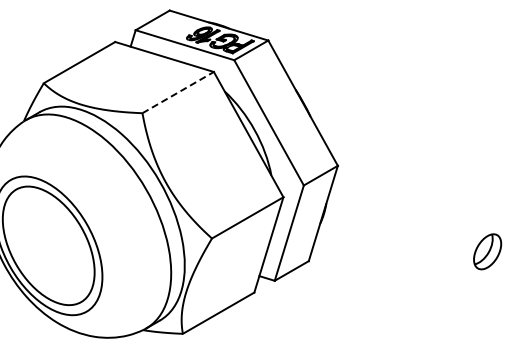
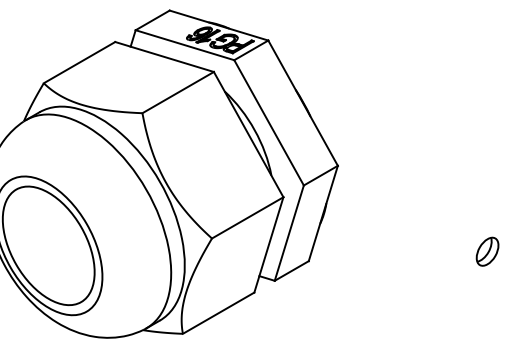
line at (178, 92): dashed -> solid
part at (487, 251) size: 30x38 px -> 25x31 px
